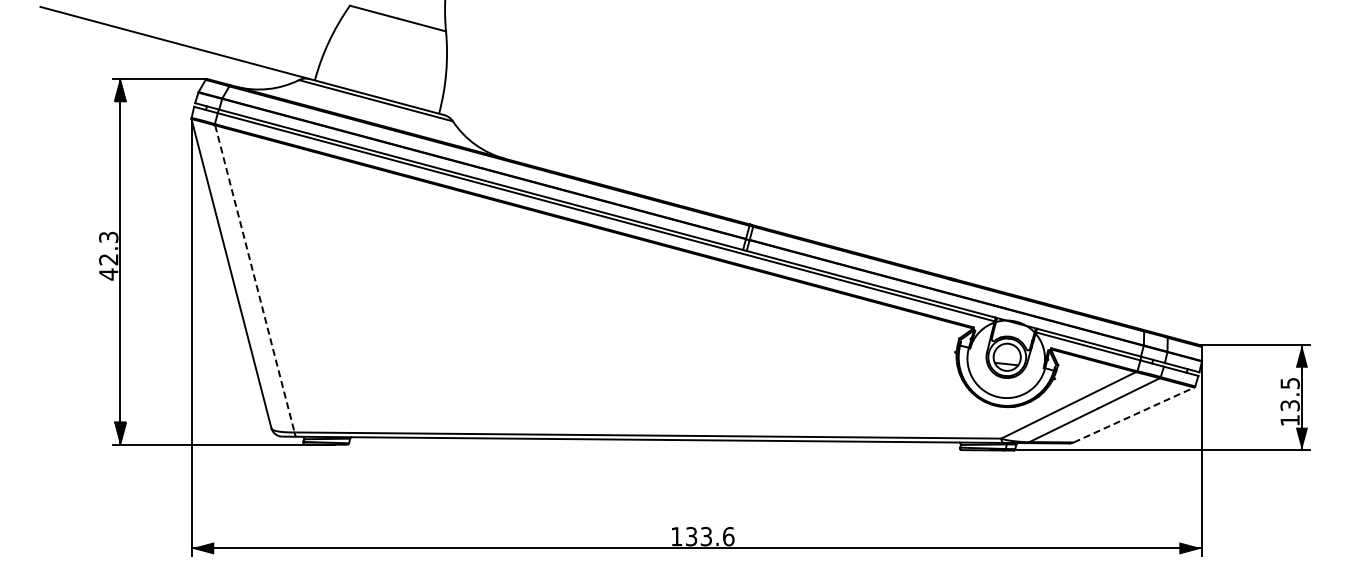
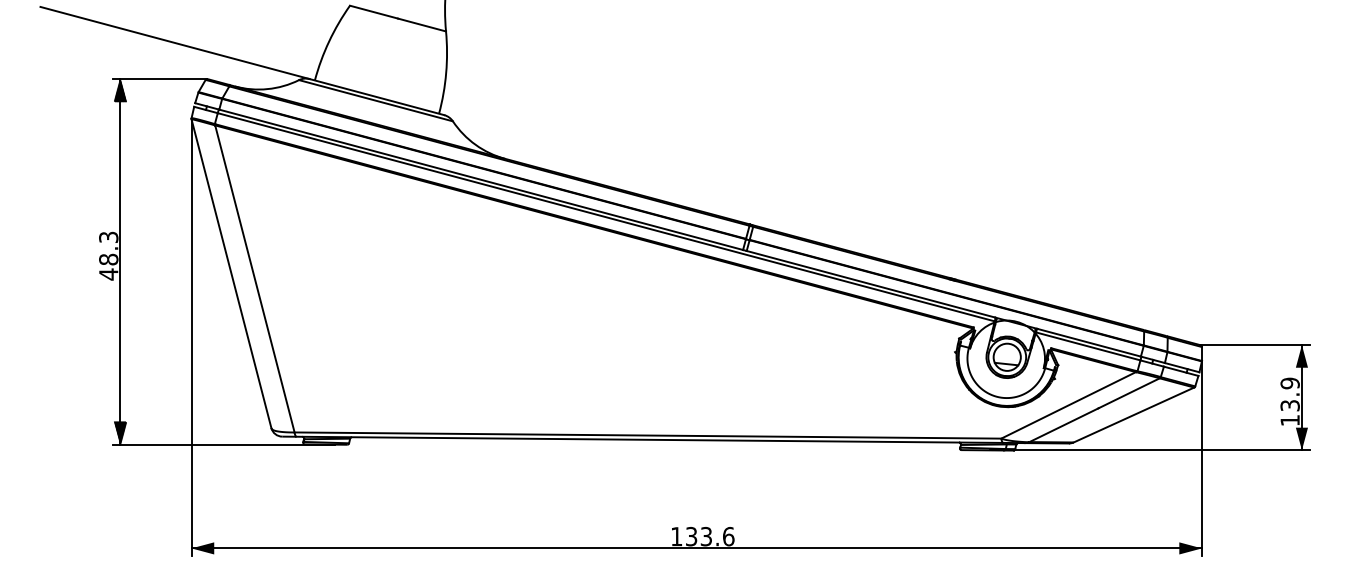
text at (108, 259): 42.3 -> 48.3
line at (254, 278): dashed -> solid
text at (1289, 383): 13.5 -> 13.9
line at (1134, 414): dashed -> solid
